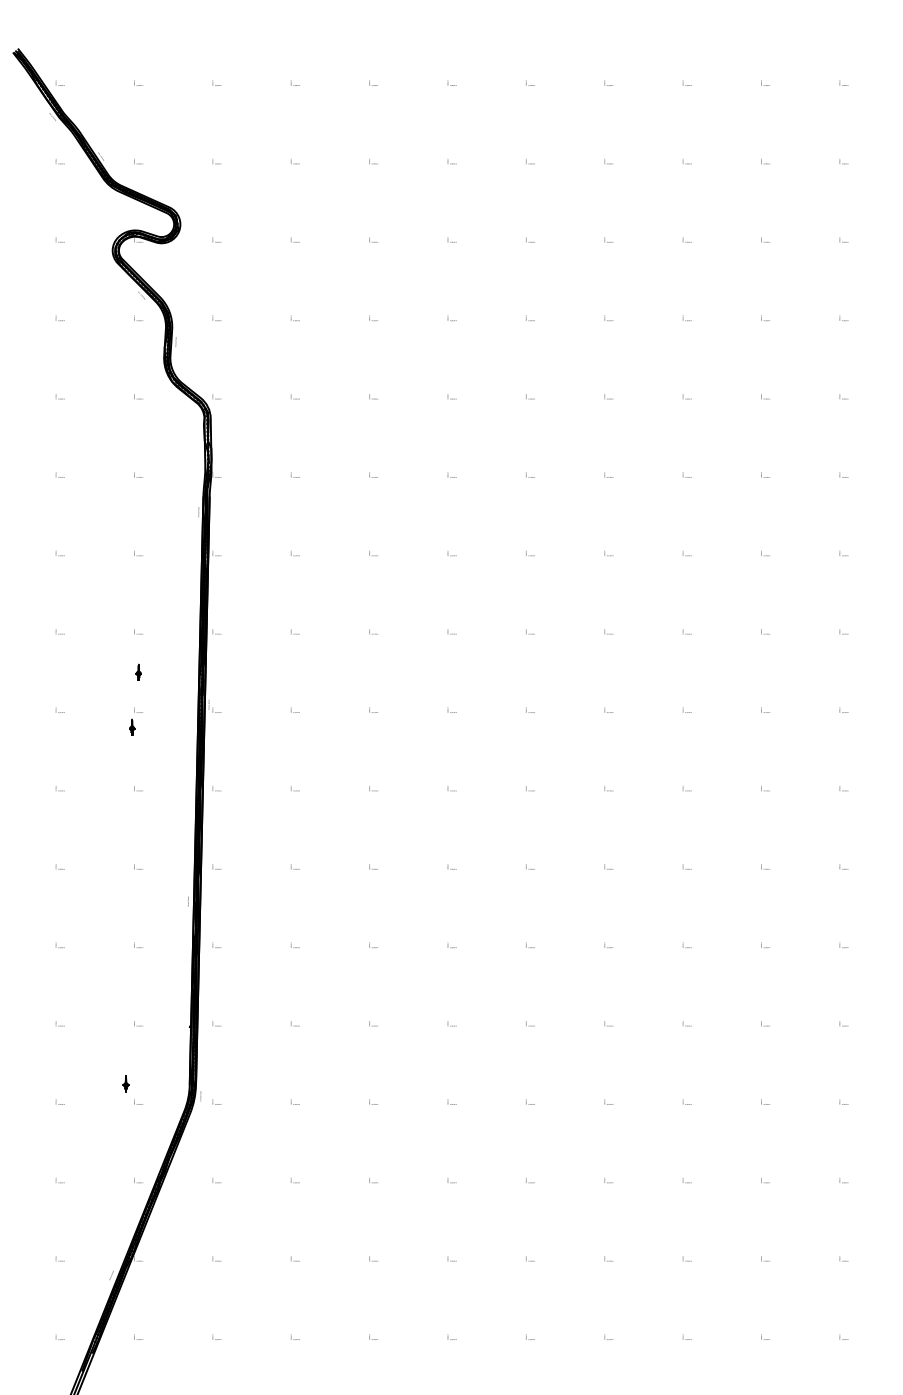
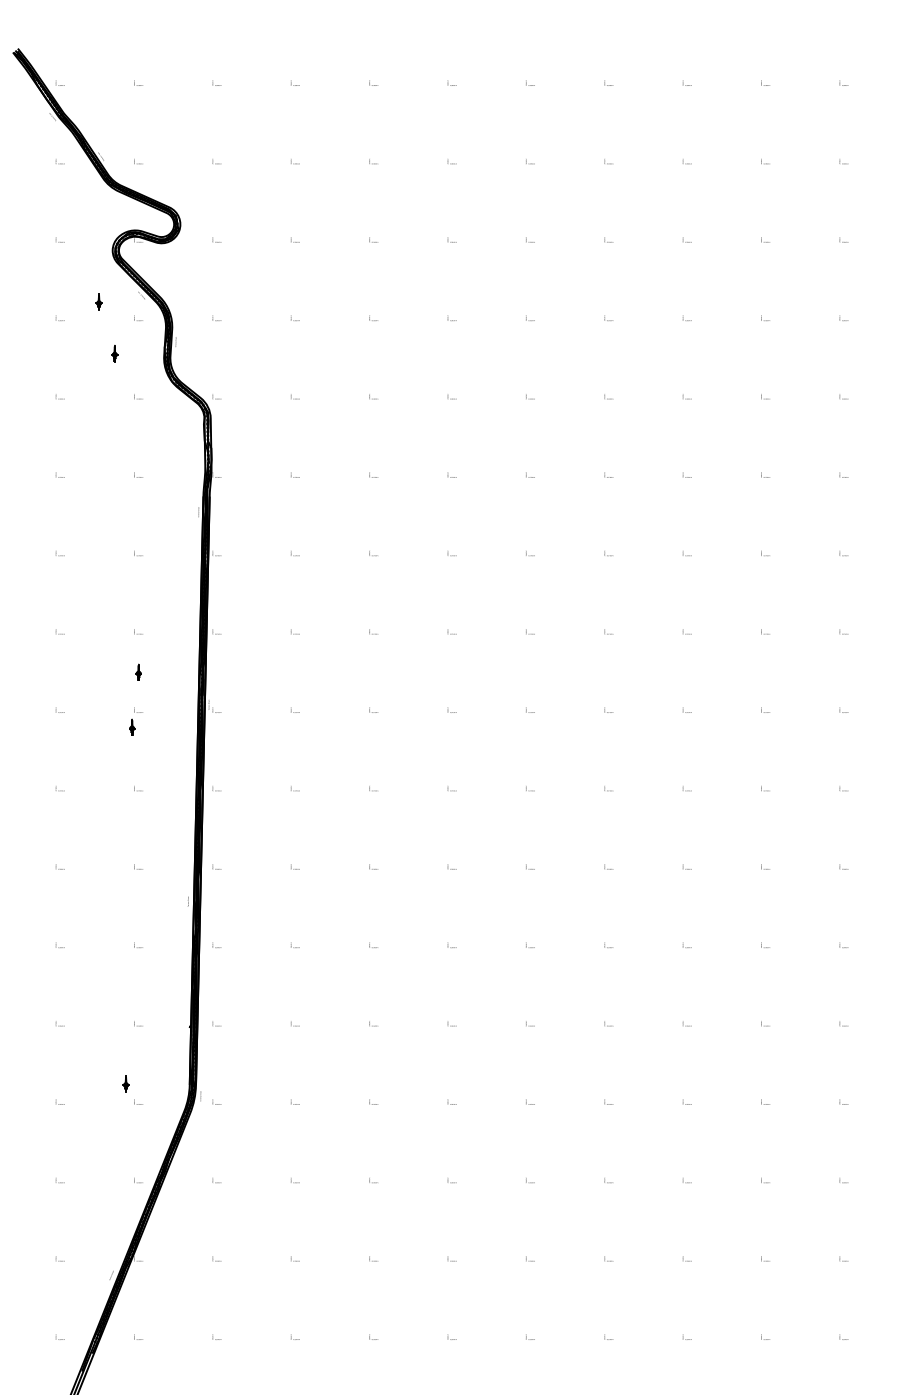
part at (98, 301): none -> present
part at (114, 353): none -> present
